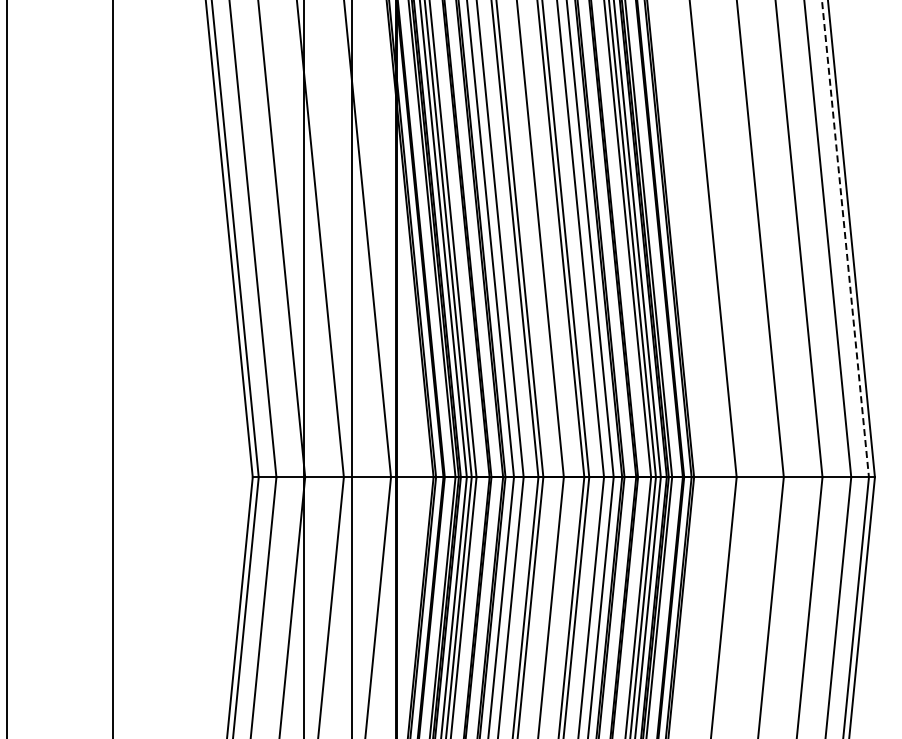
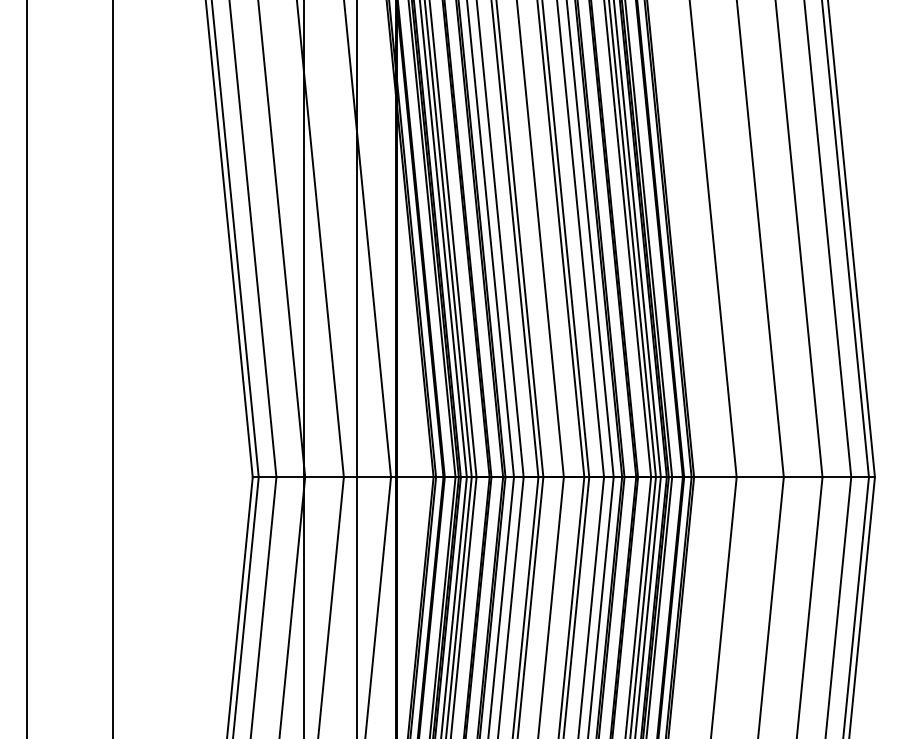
line at (845, 239): dashed -> solid
line at (7, 368) position: (7, 368) -> (27, 368)
line at (351, 368) position: (351, 368) -> (356, 368)
